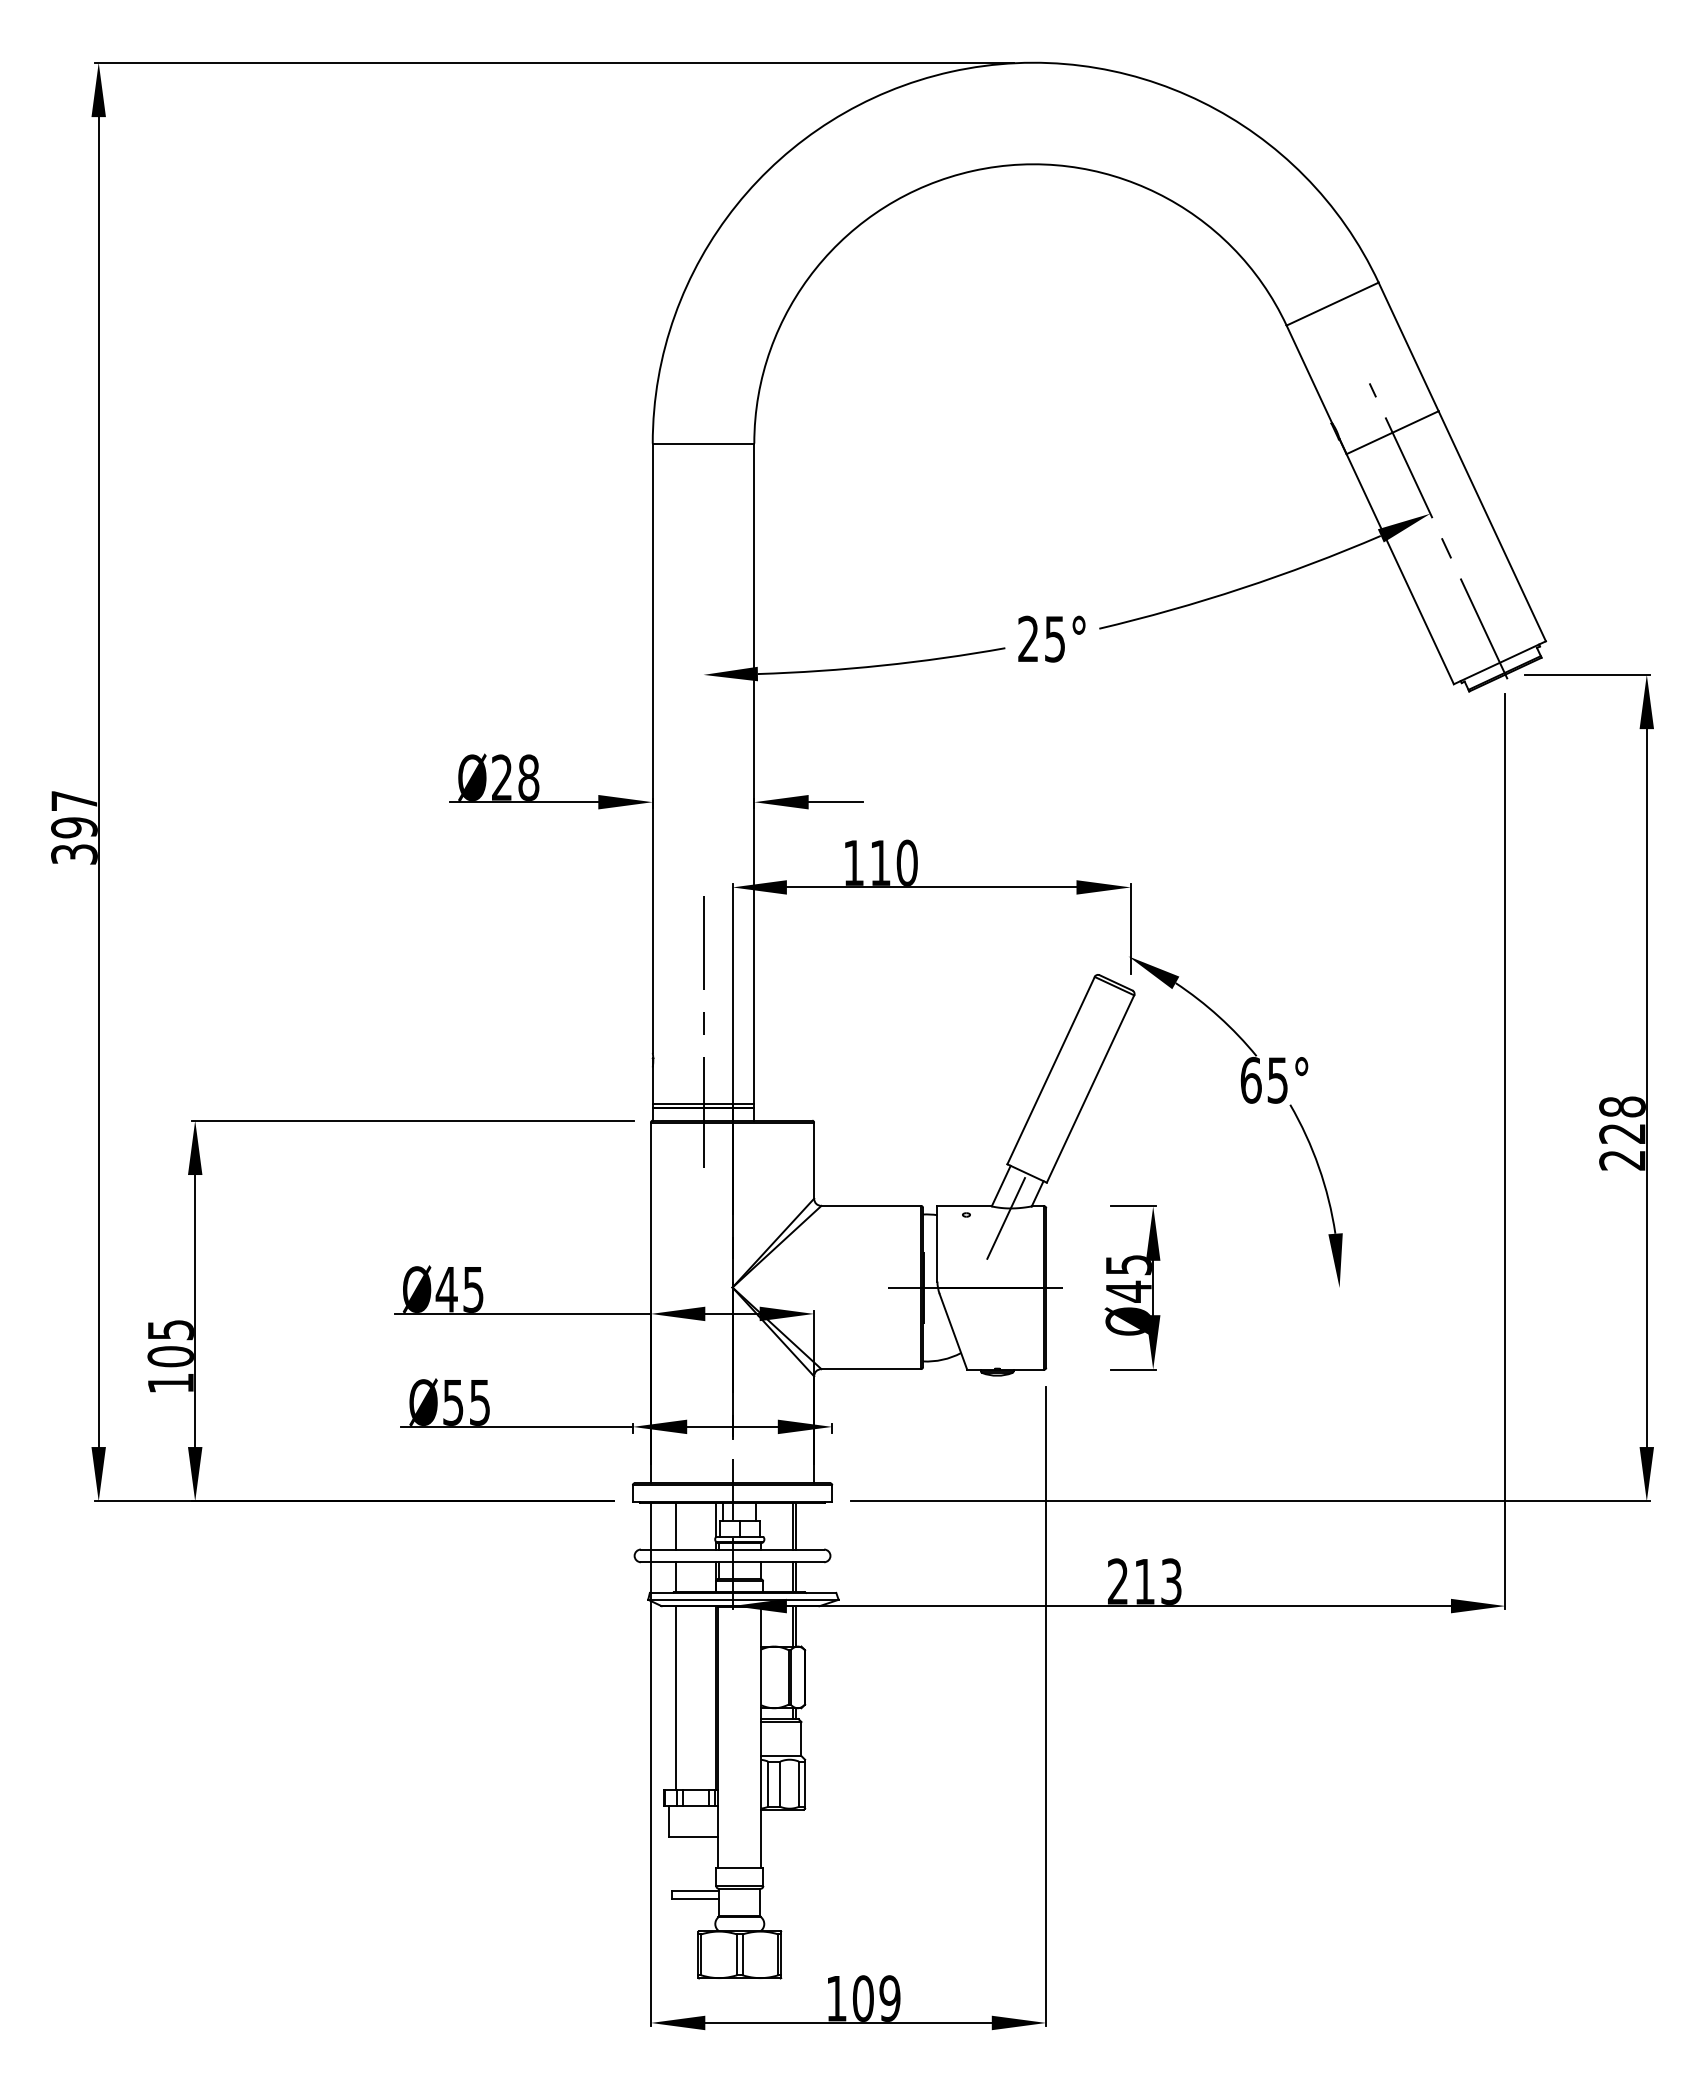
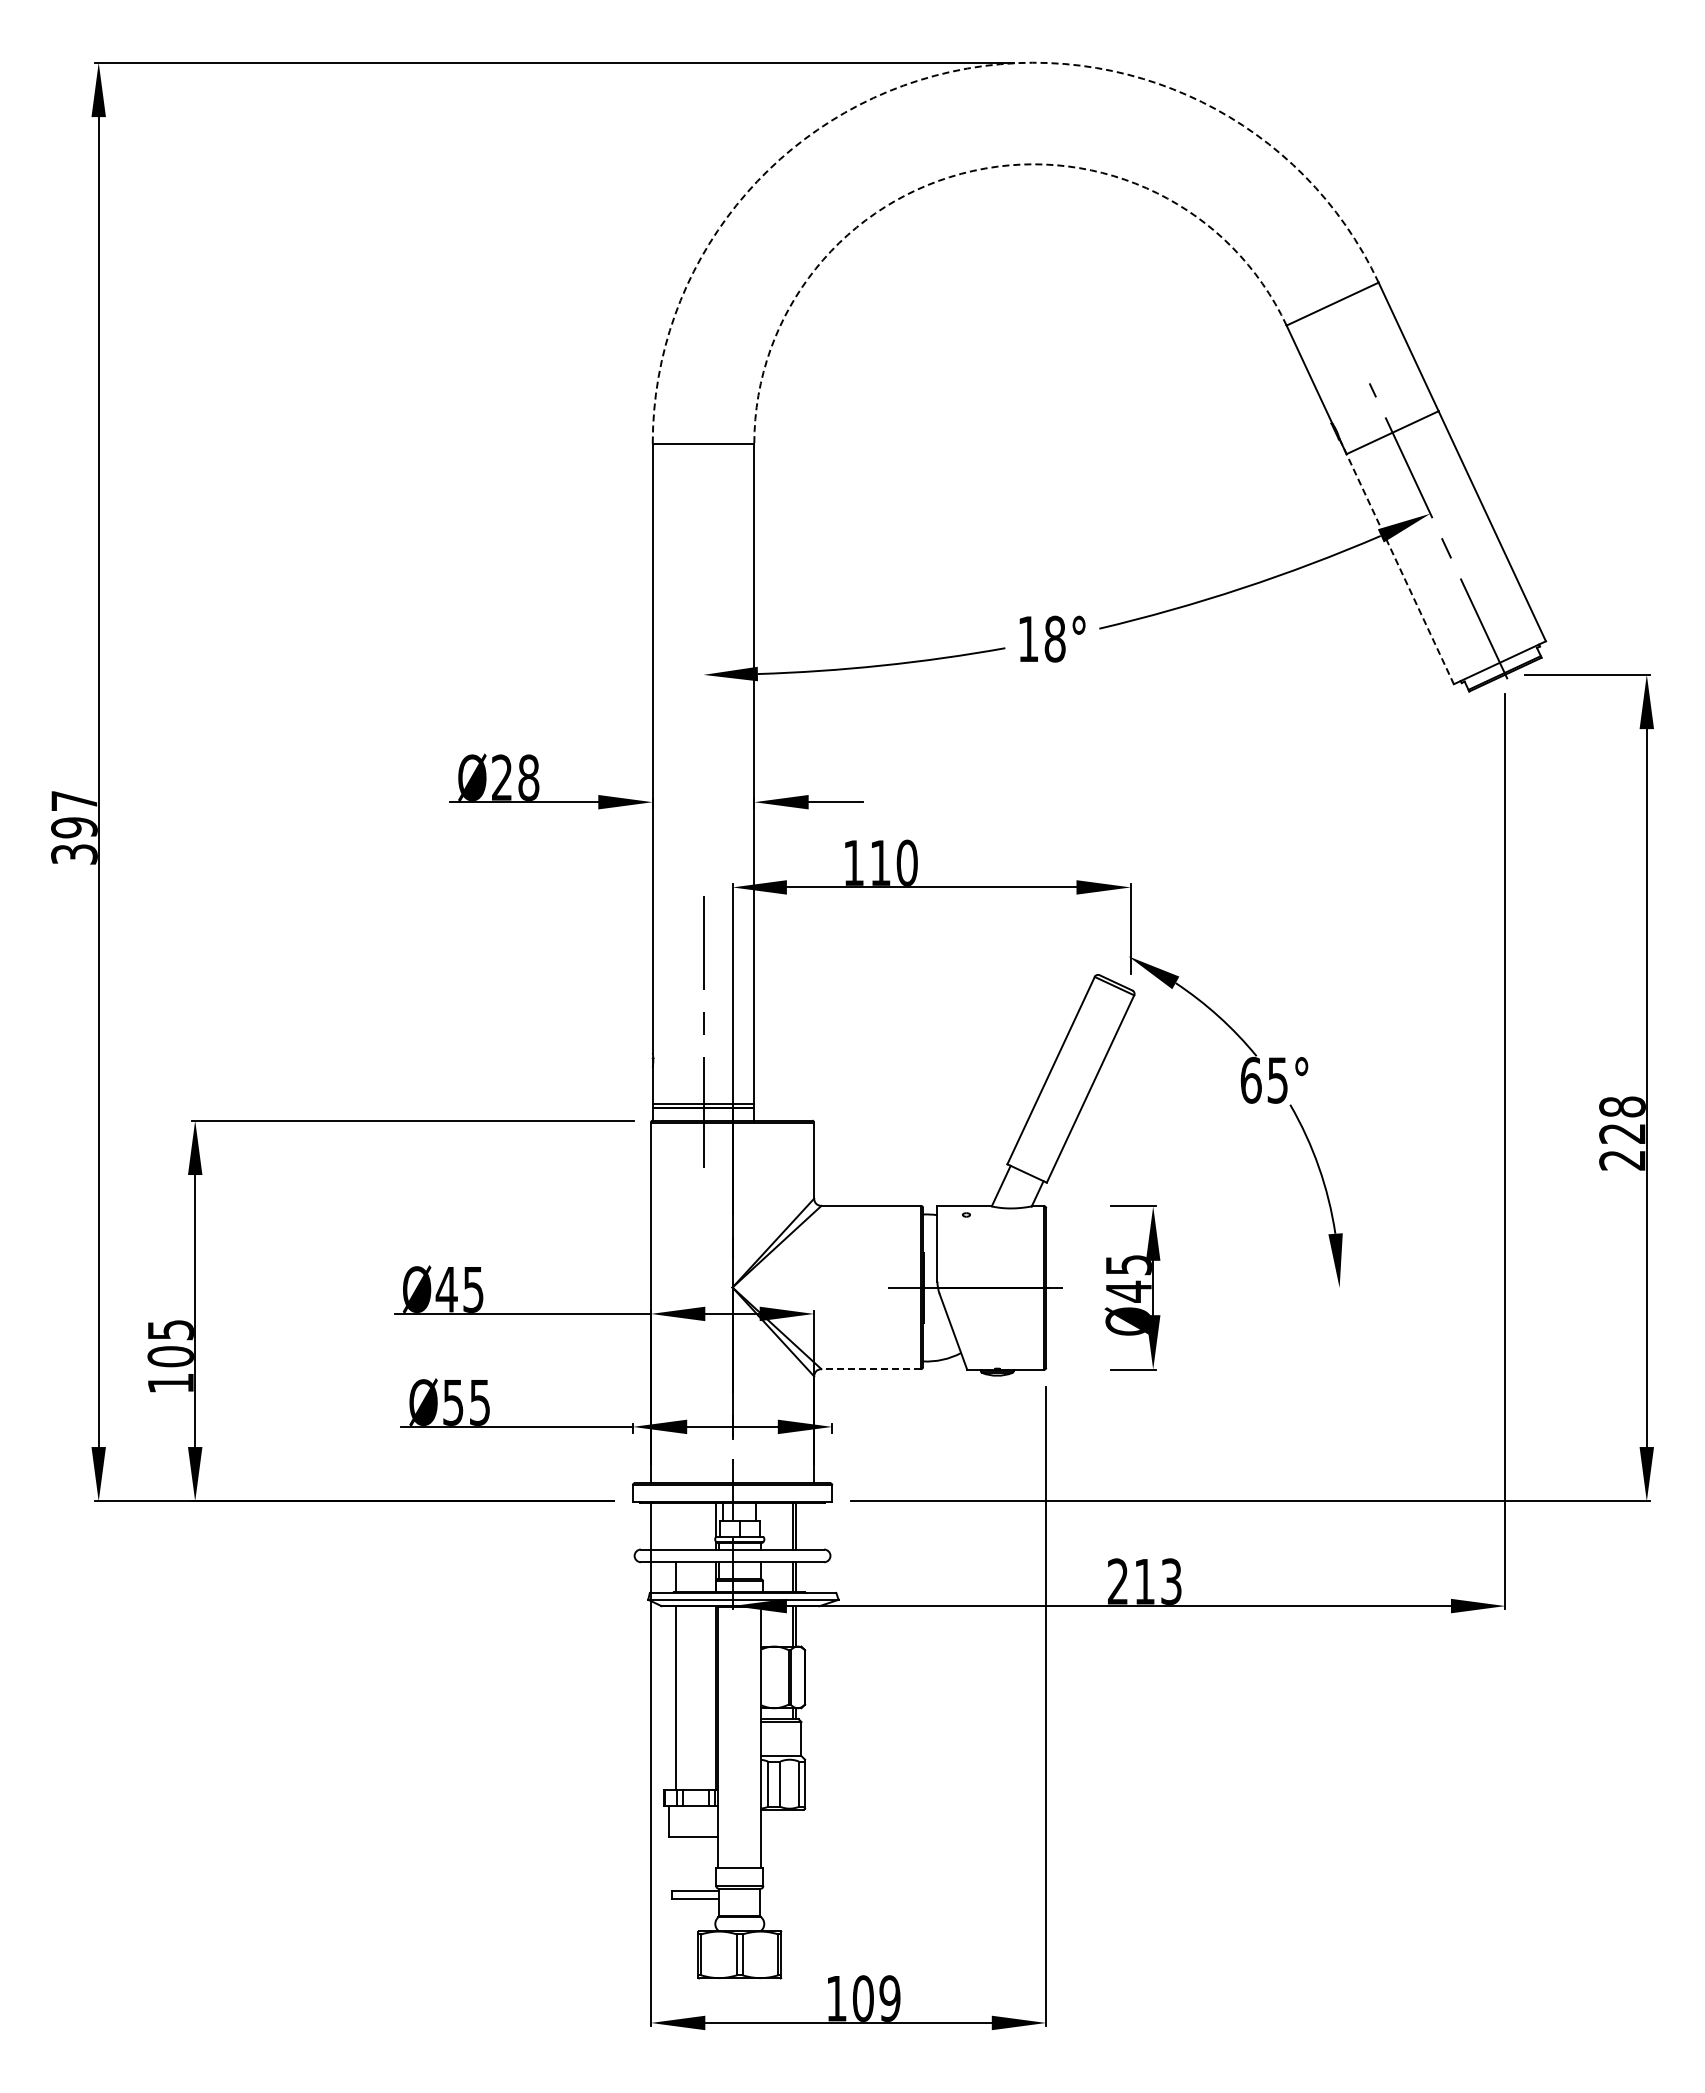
arc at (951, 71): solid -> dashed
arc at (973, 170): solid -> dashed
line at (1396, 562): solid -> dashed
text at (1041, 638): 25° -> 18°
line at (1005, 1218): present -> none
line at (871, 1369): solid -> dashed
line at (676, 1526): present -> none
